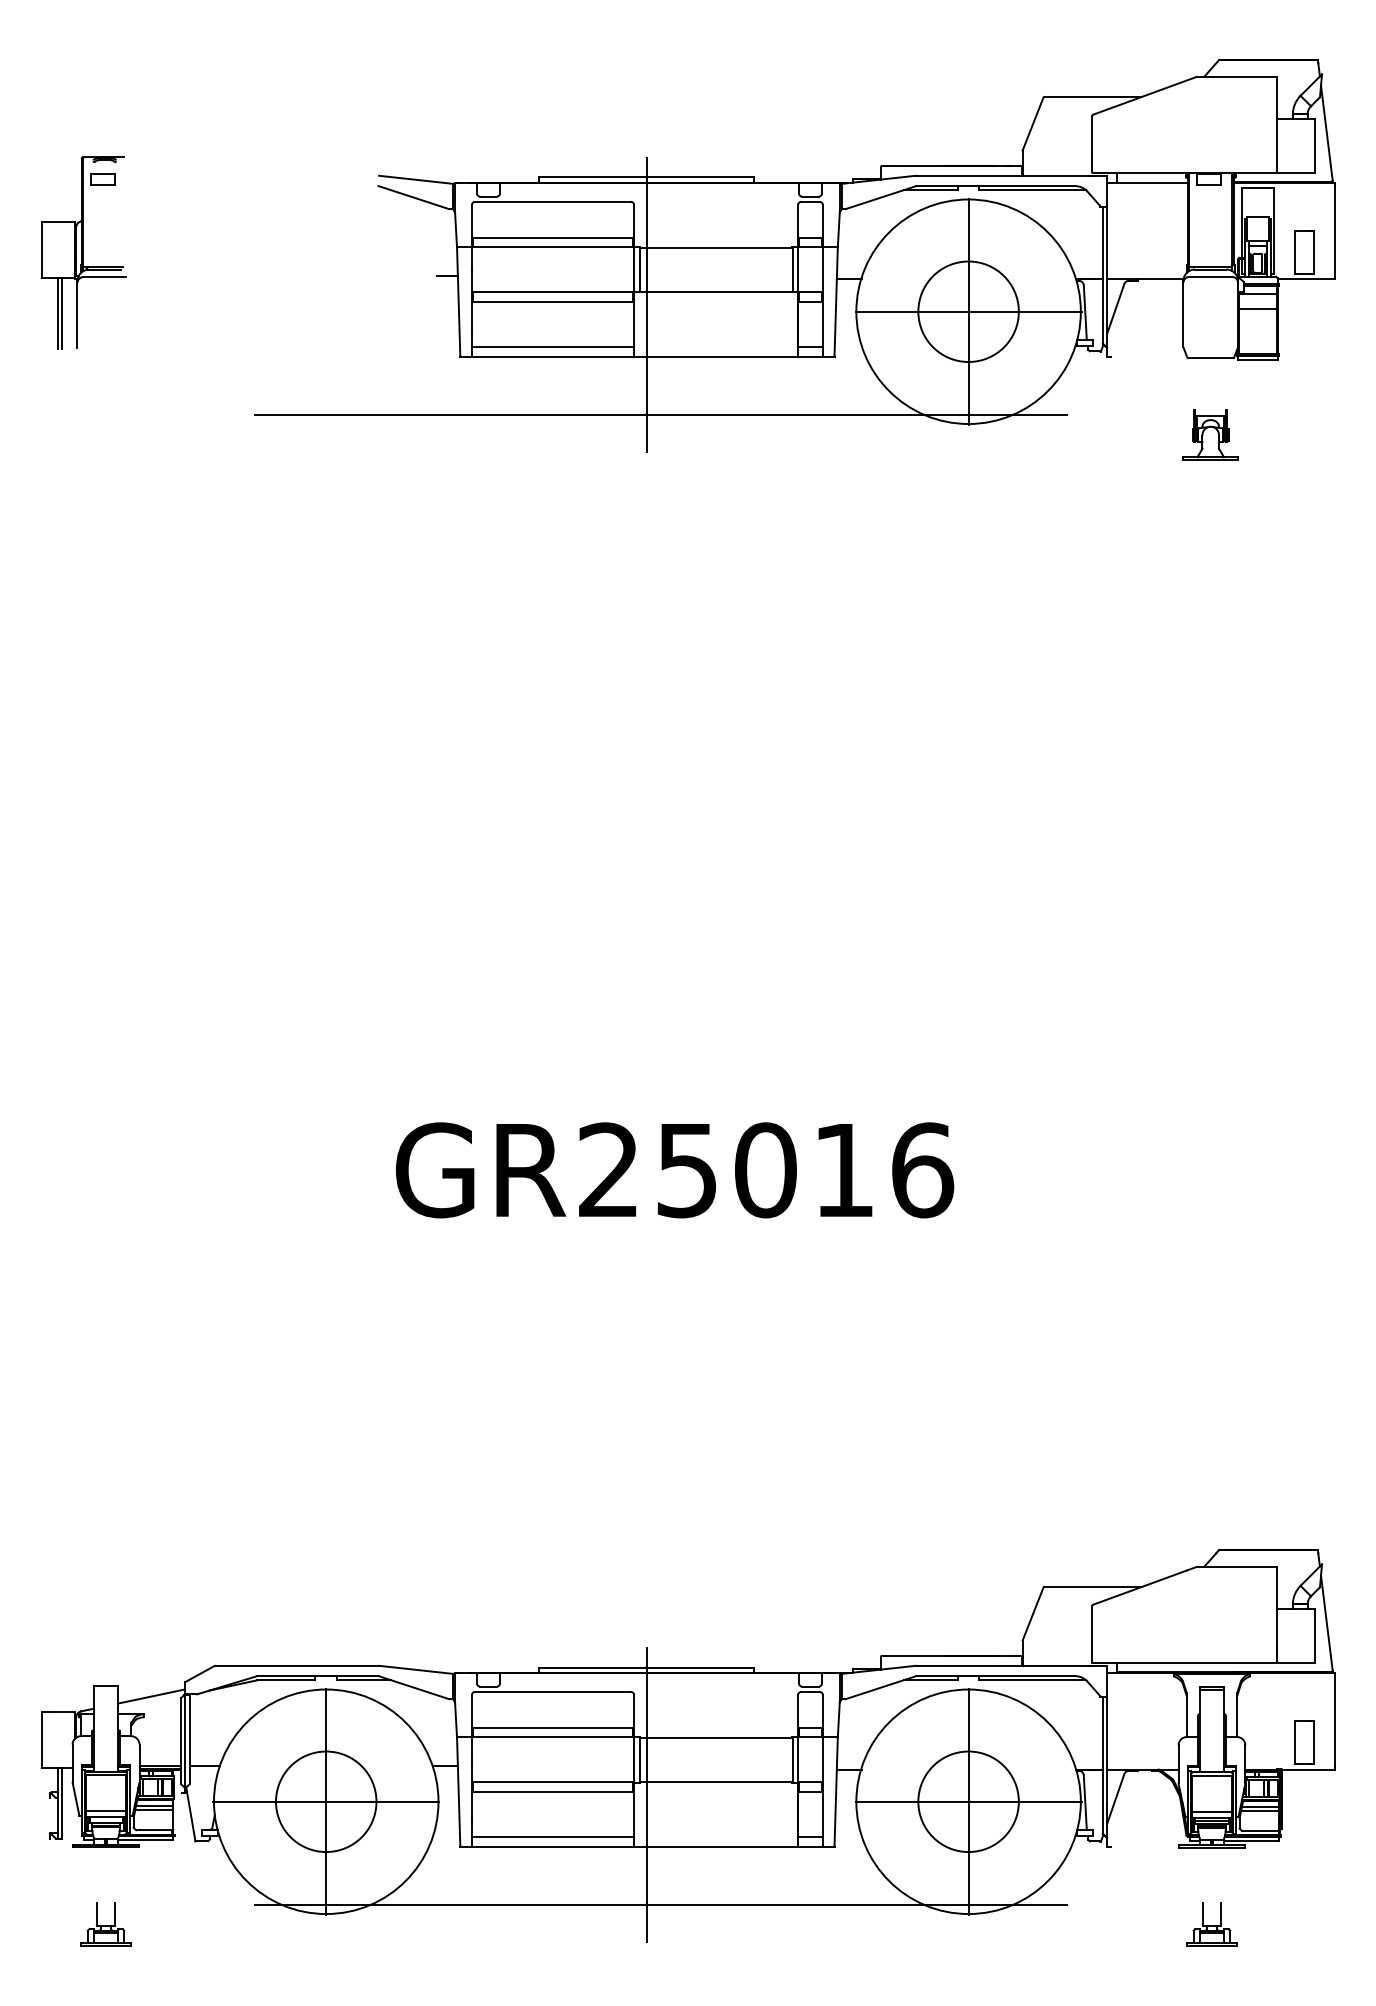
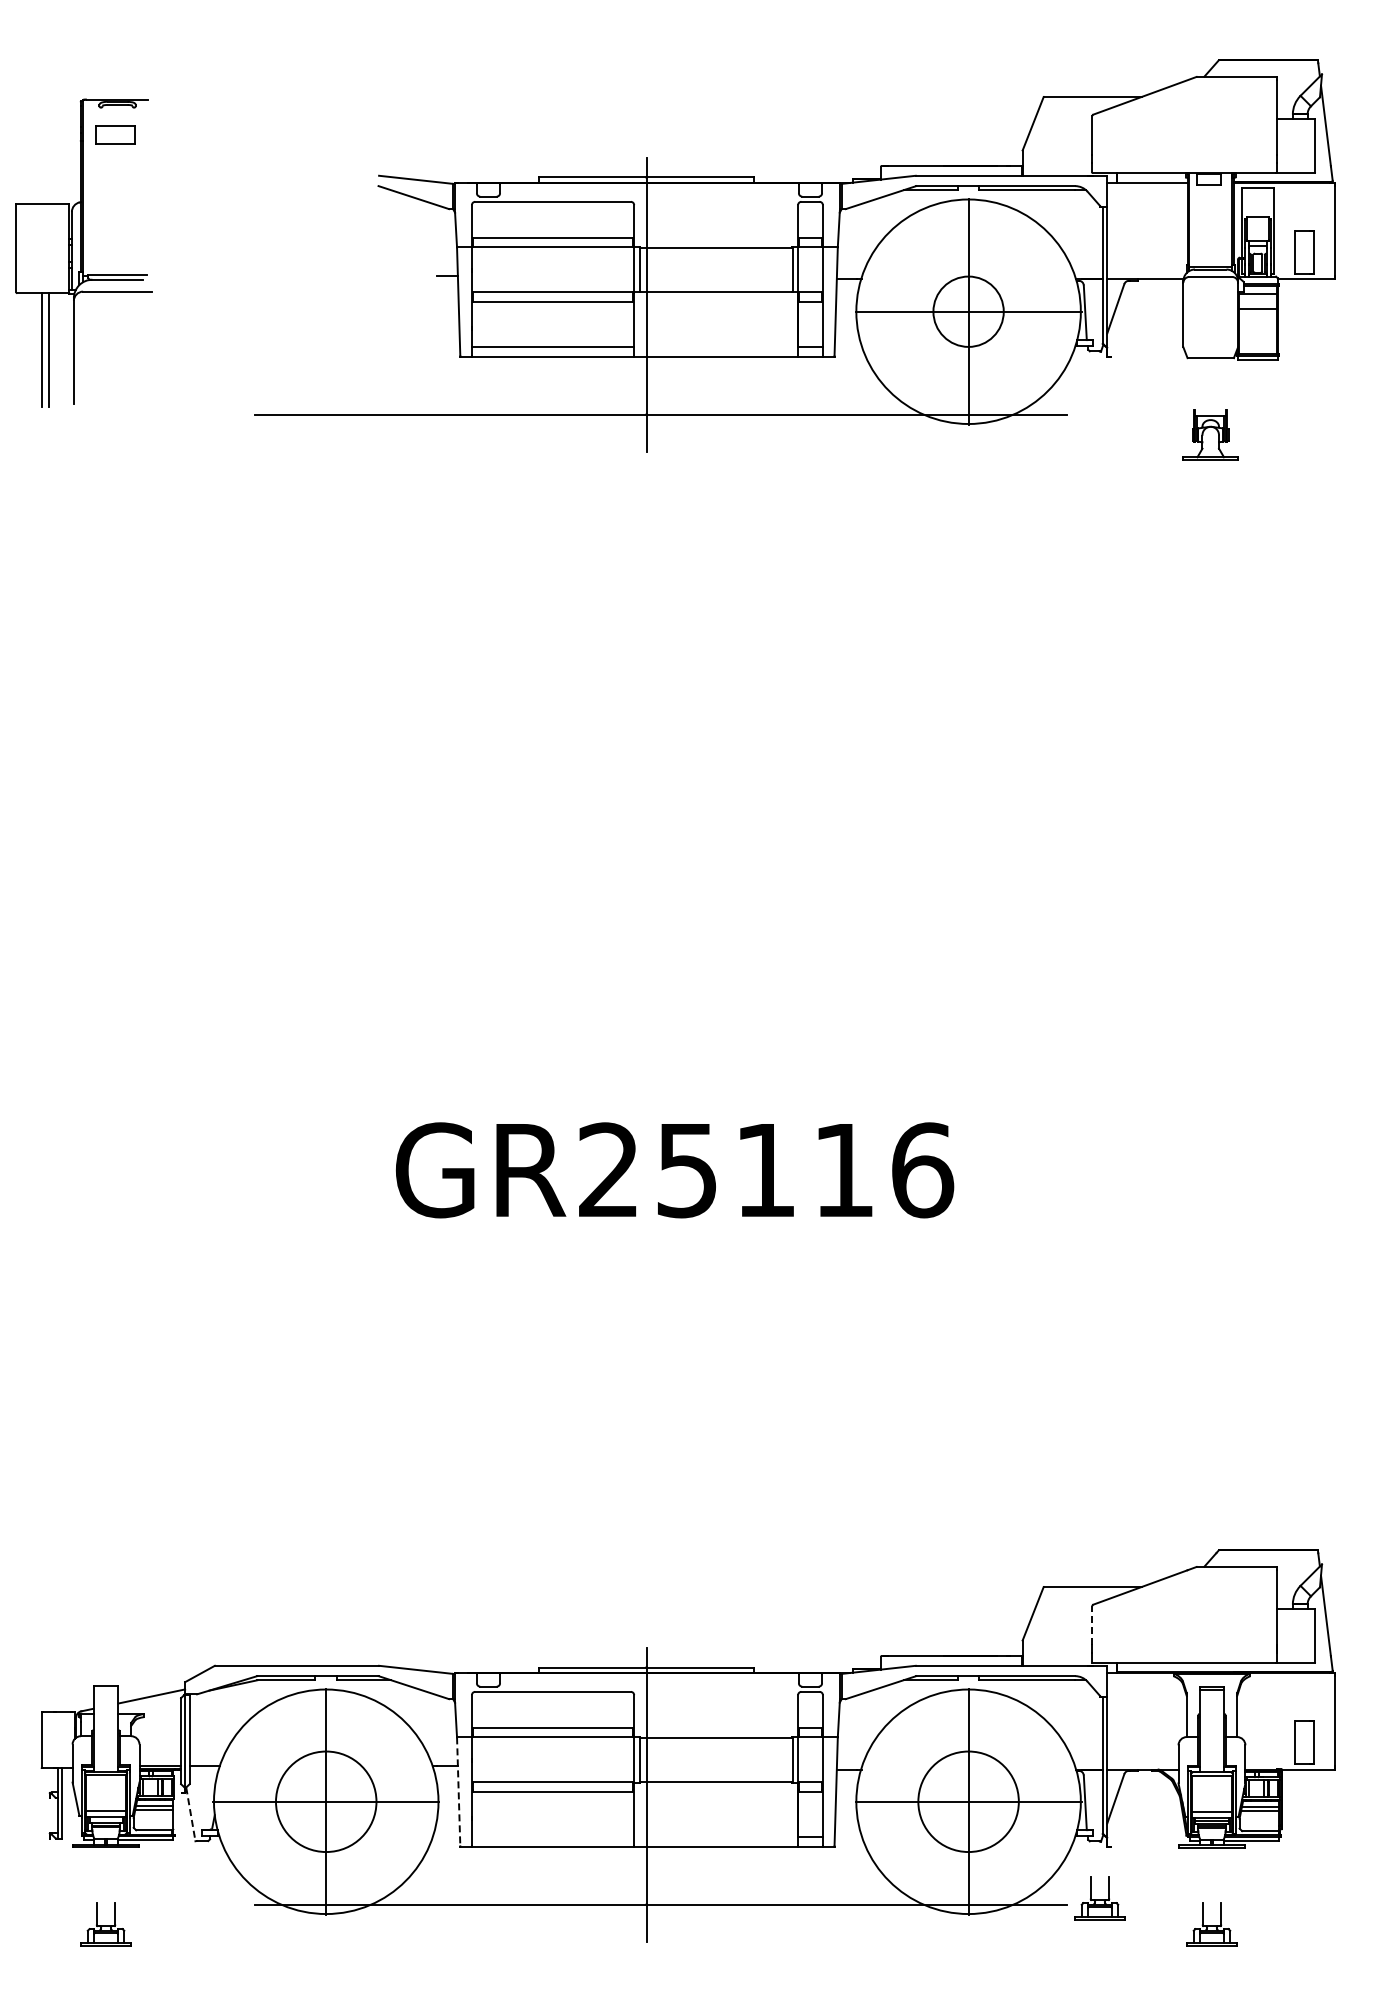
part at (83, 252) size: 87x194 px -> 138x310 px
circle at (968, 311) diameter: 100 px -> 70 px
text at (765, 1170): GR25016 -> GR25116
line at (1092, 1624): solid -> dashed
line at (458, 1791): solid -> dashed
line at (190, 1814): solid -> dashed
line at (552, 1836): present -> none
part at (1099, 1898): none -> present
